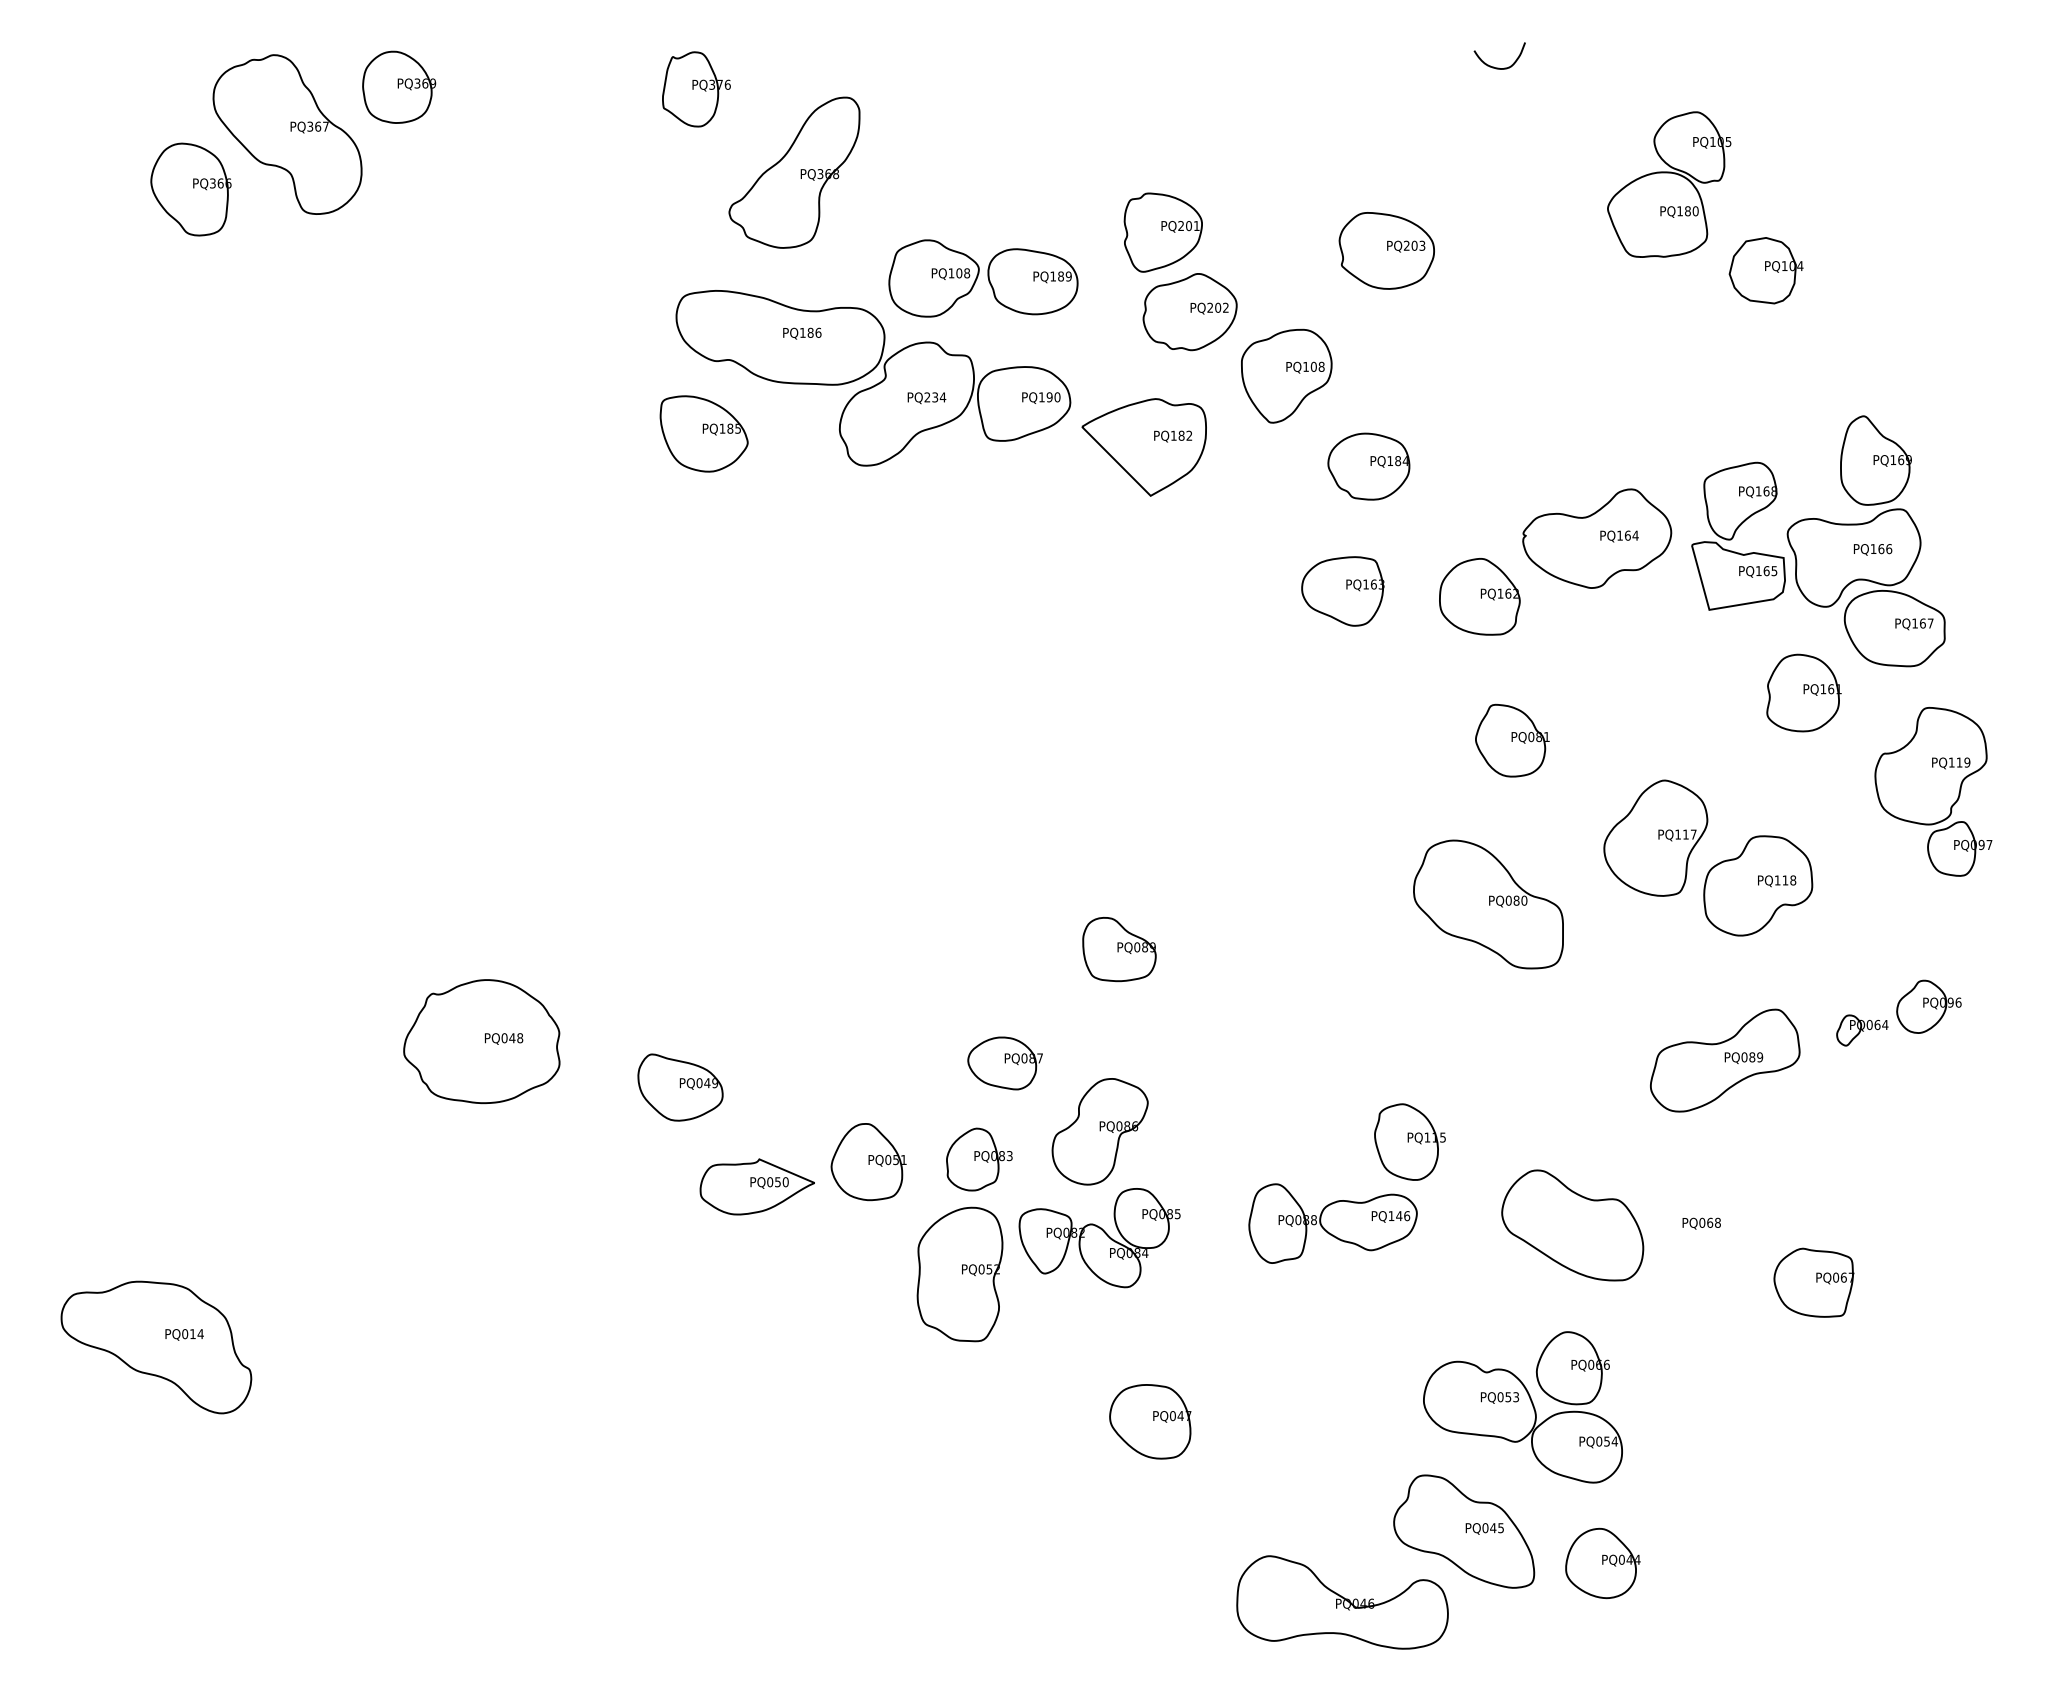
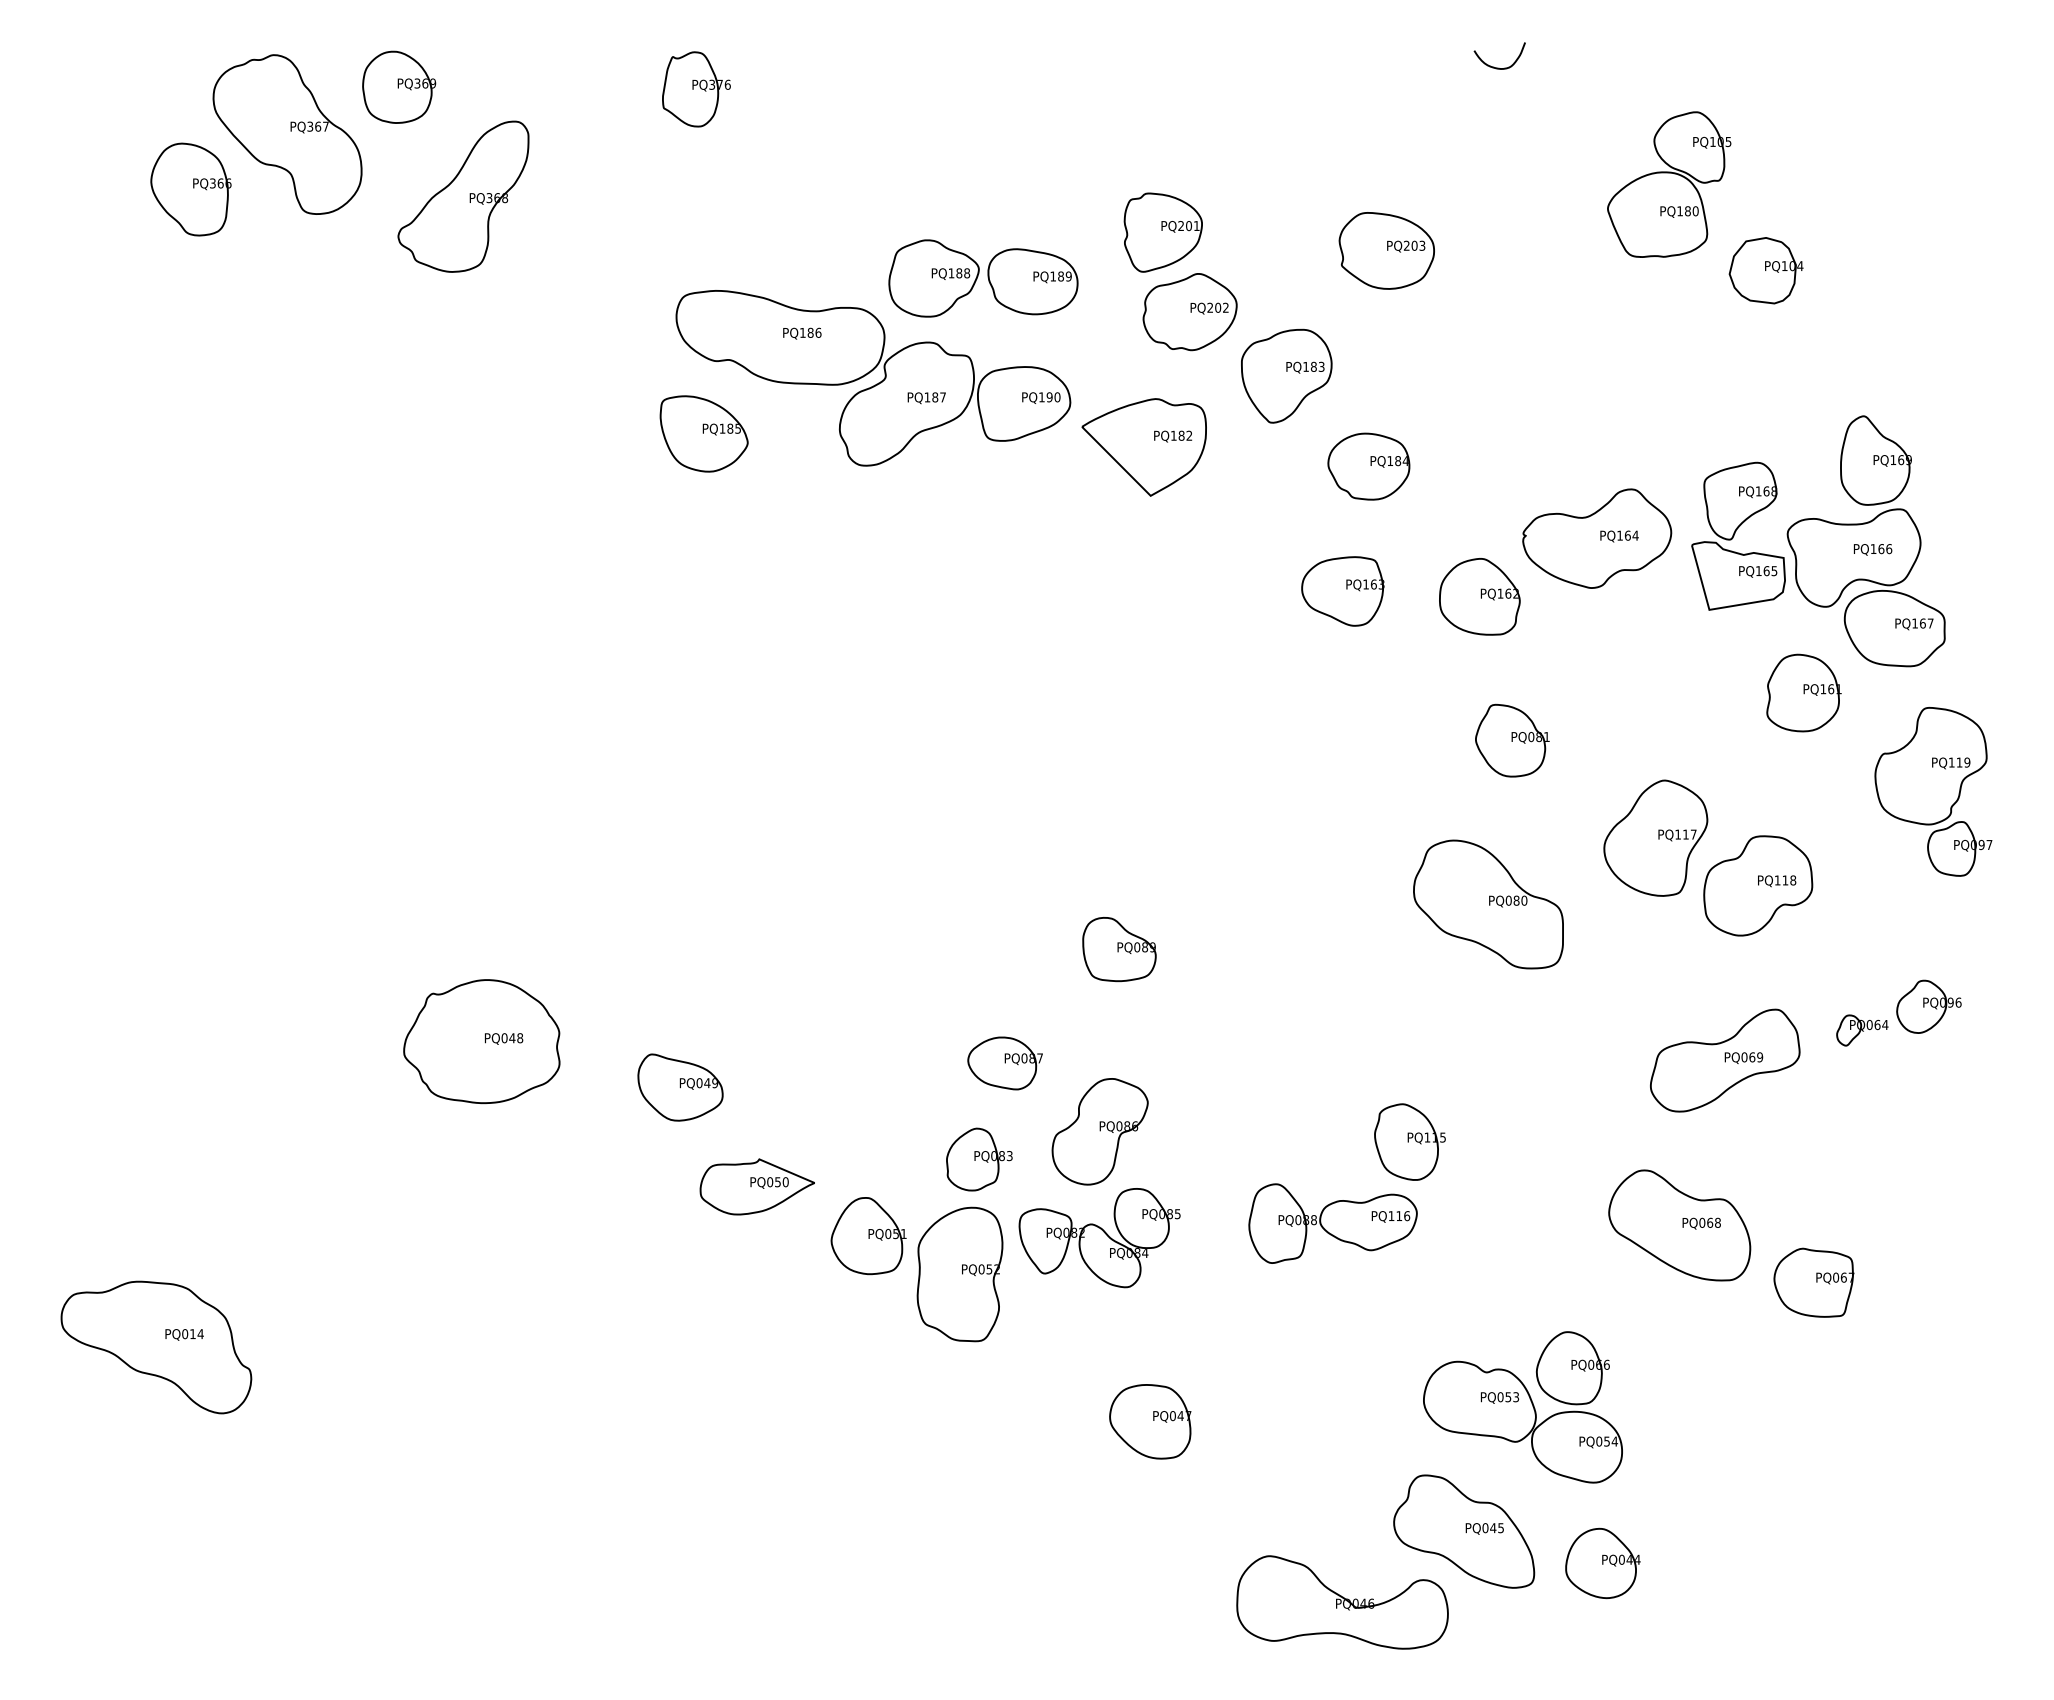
part at (794, 172) position: (794, 172) -> (463, 196)
text at (959, 273): PQ108 -> PQ188
text at (1317, 366): PQ108 -> PQ183
text at (935, 397): PQ234 -> PQ187
text at (1752, 1057): PQ089 -> PQ069
part at (868, 1162) position: (868, 1162) -> (868, 1236)
text at (1399, 1215): PQ146 -> PQ116
part at (1572, 1225) position: (1572, 1225) -> (1679, 1225)
